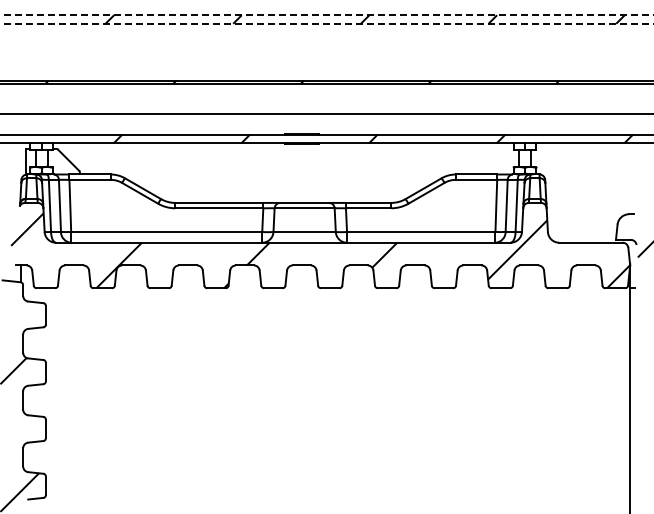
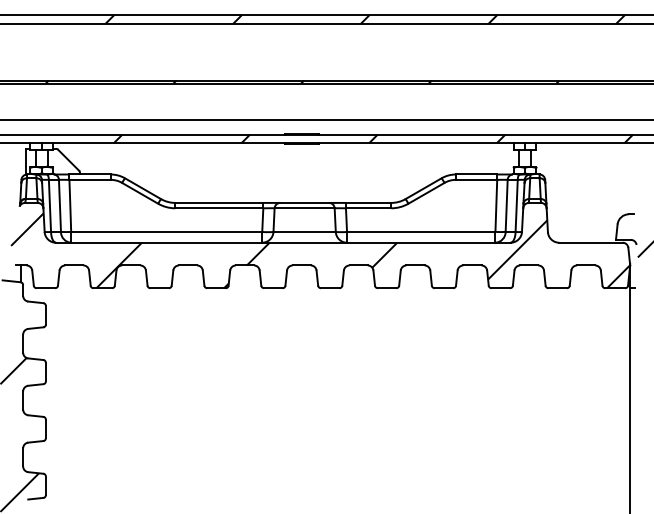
line at (326, 15): dashed -> solid
line at (326, 23): dashed -> solid
line at (326, 114) position: (326, 114) -> (326, 120)
